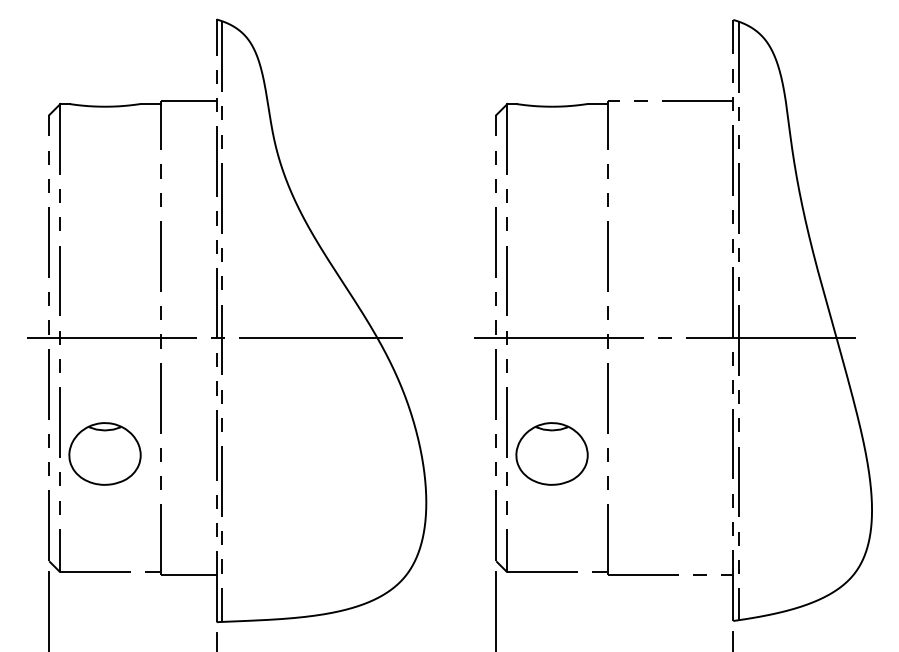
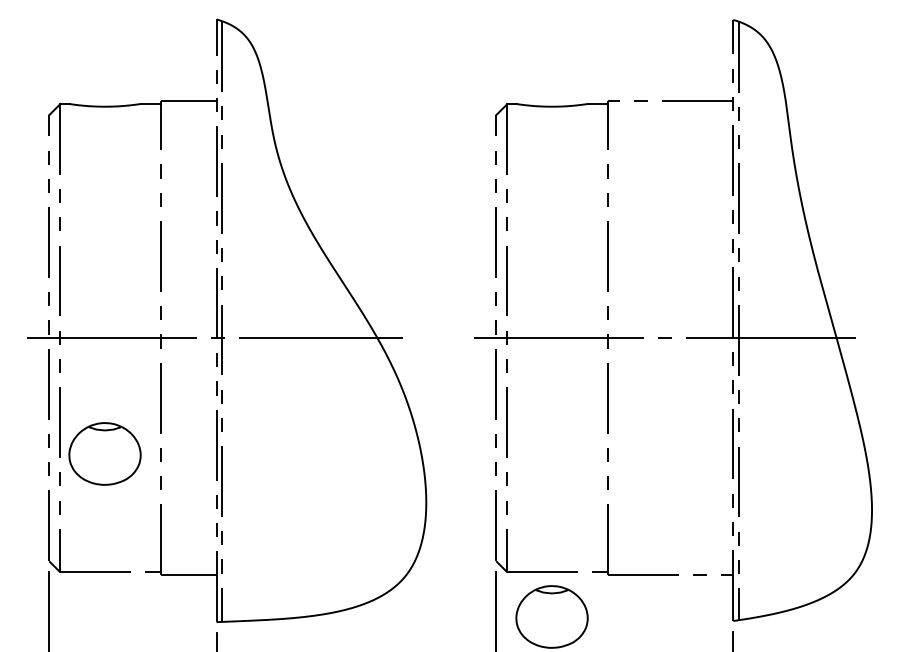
part at (551, 453) position: (551, 453) -> (551, 616)
